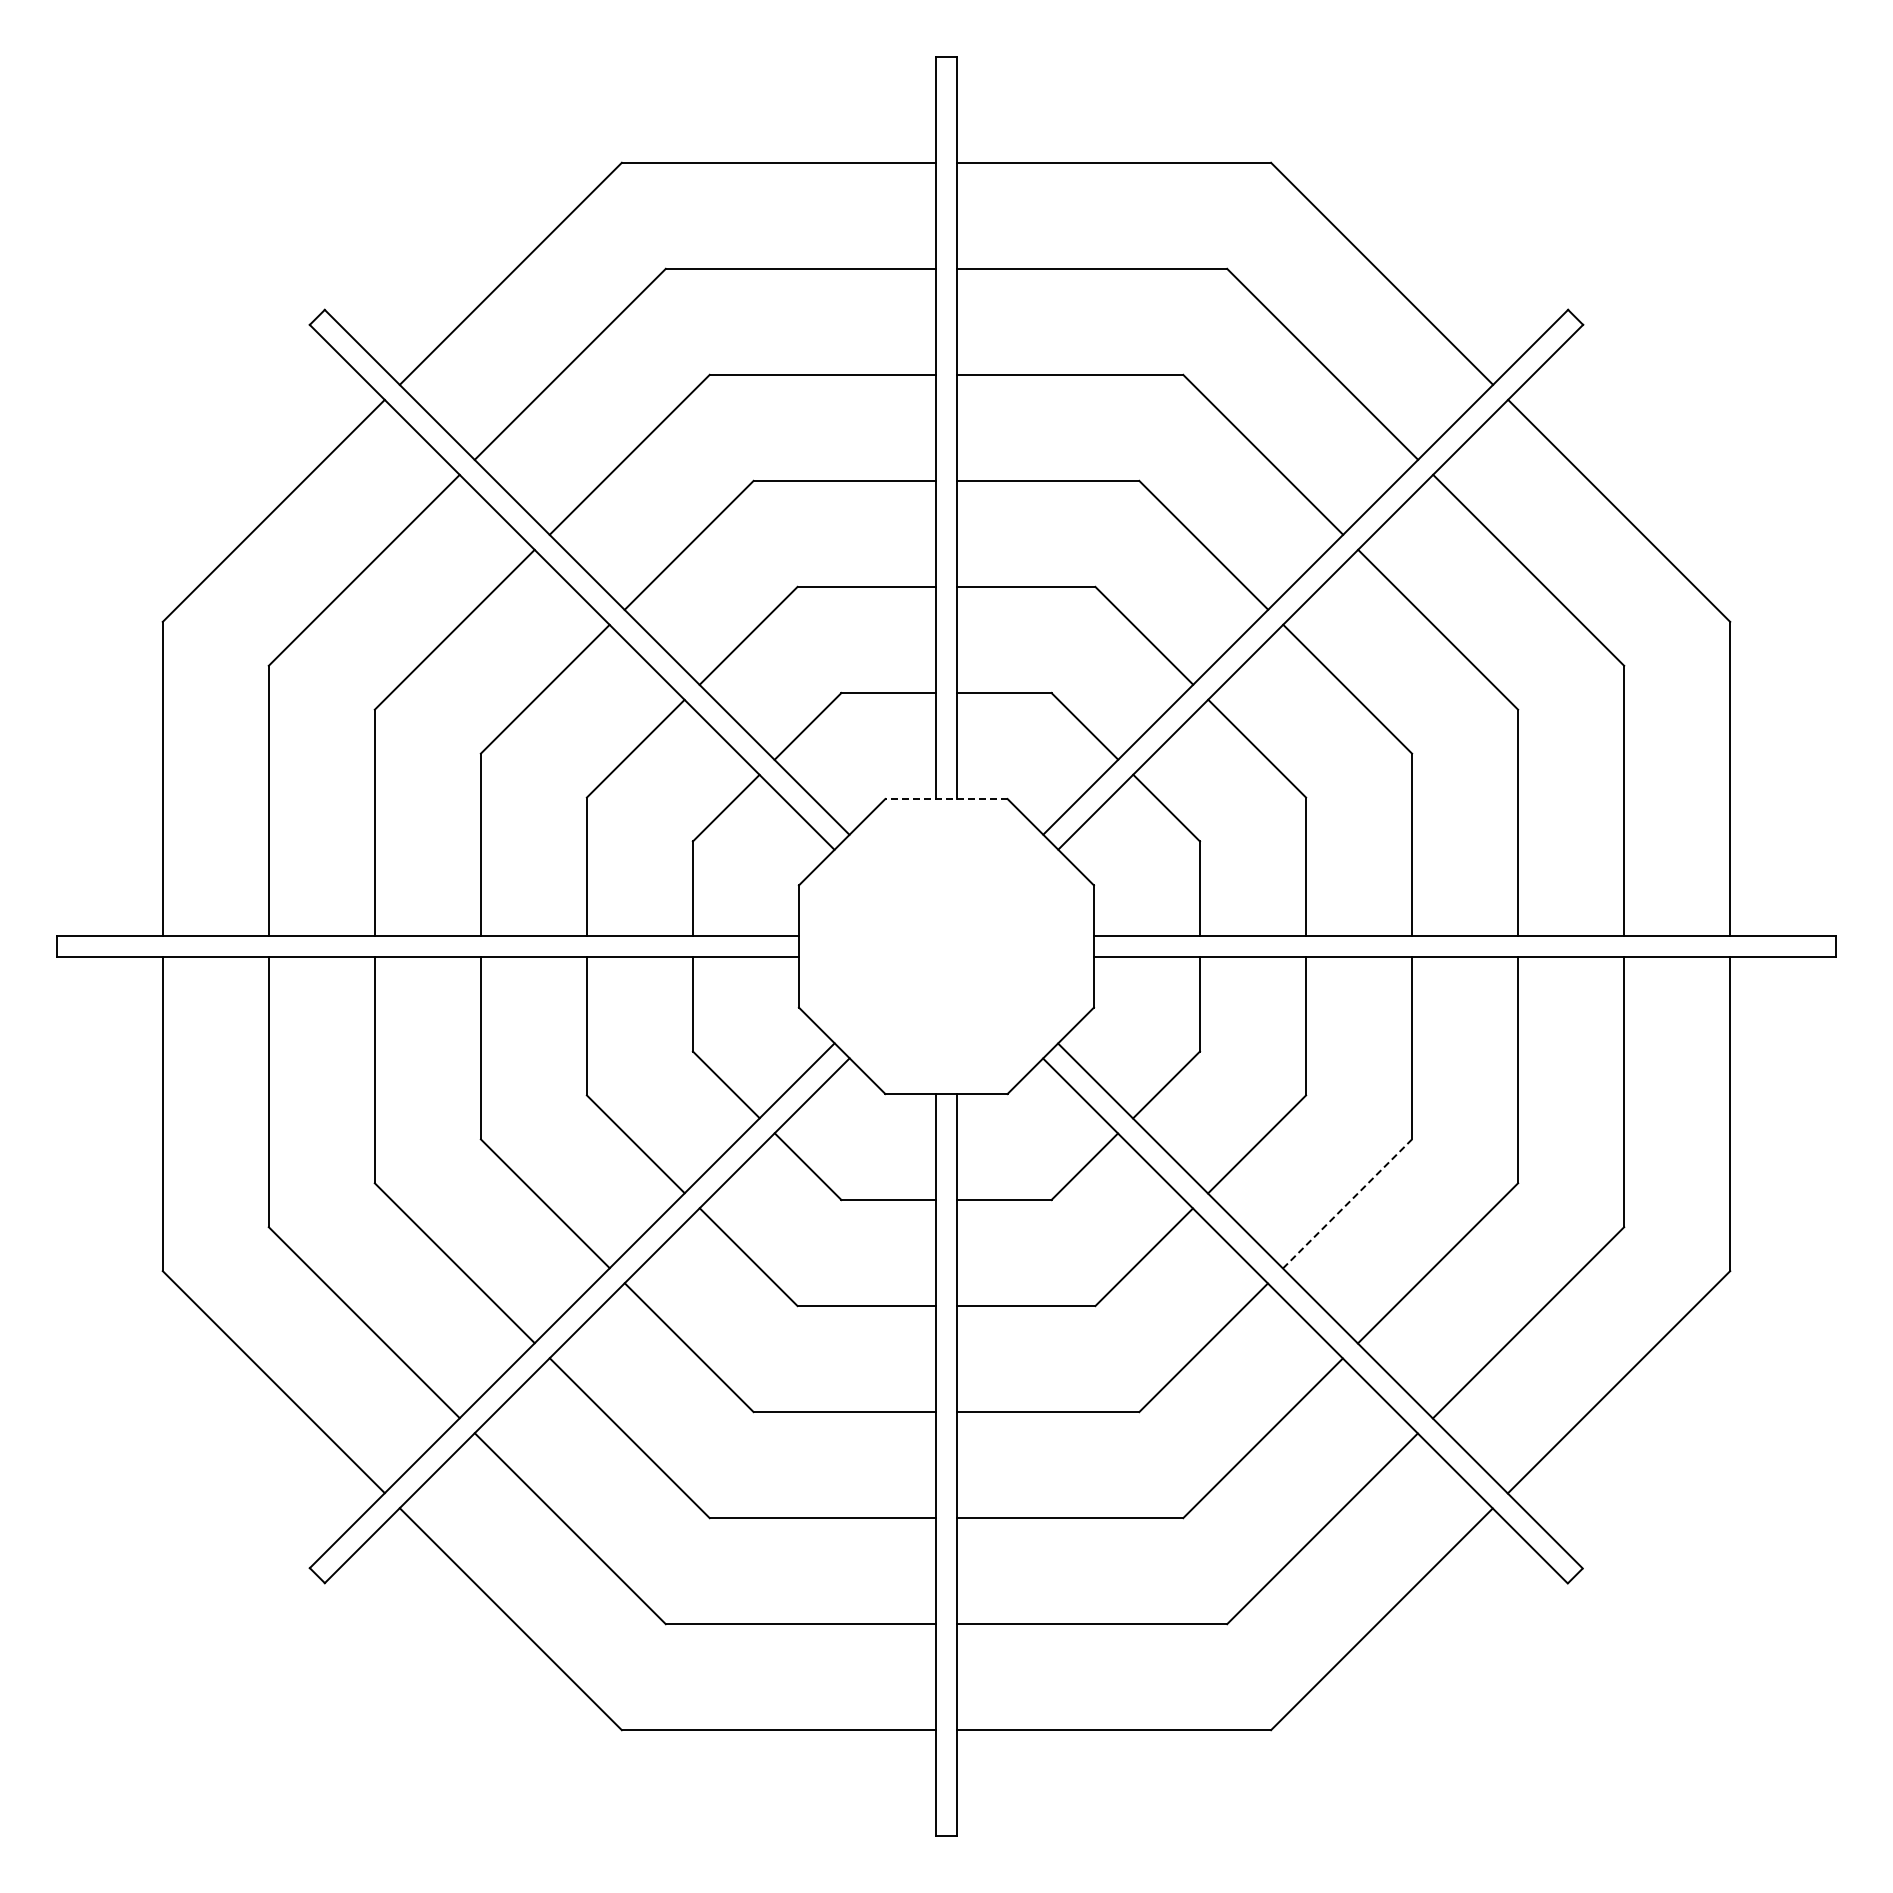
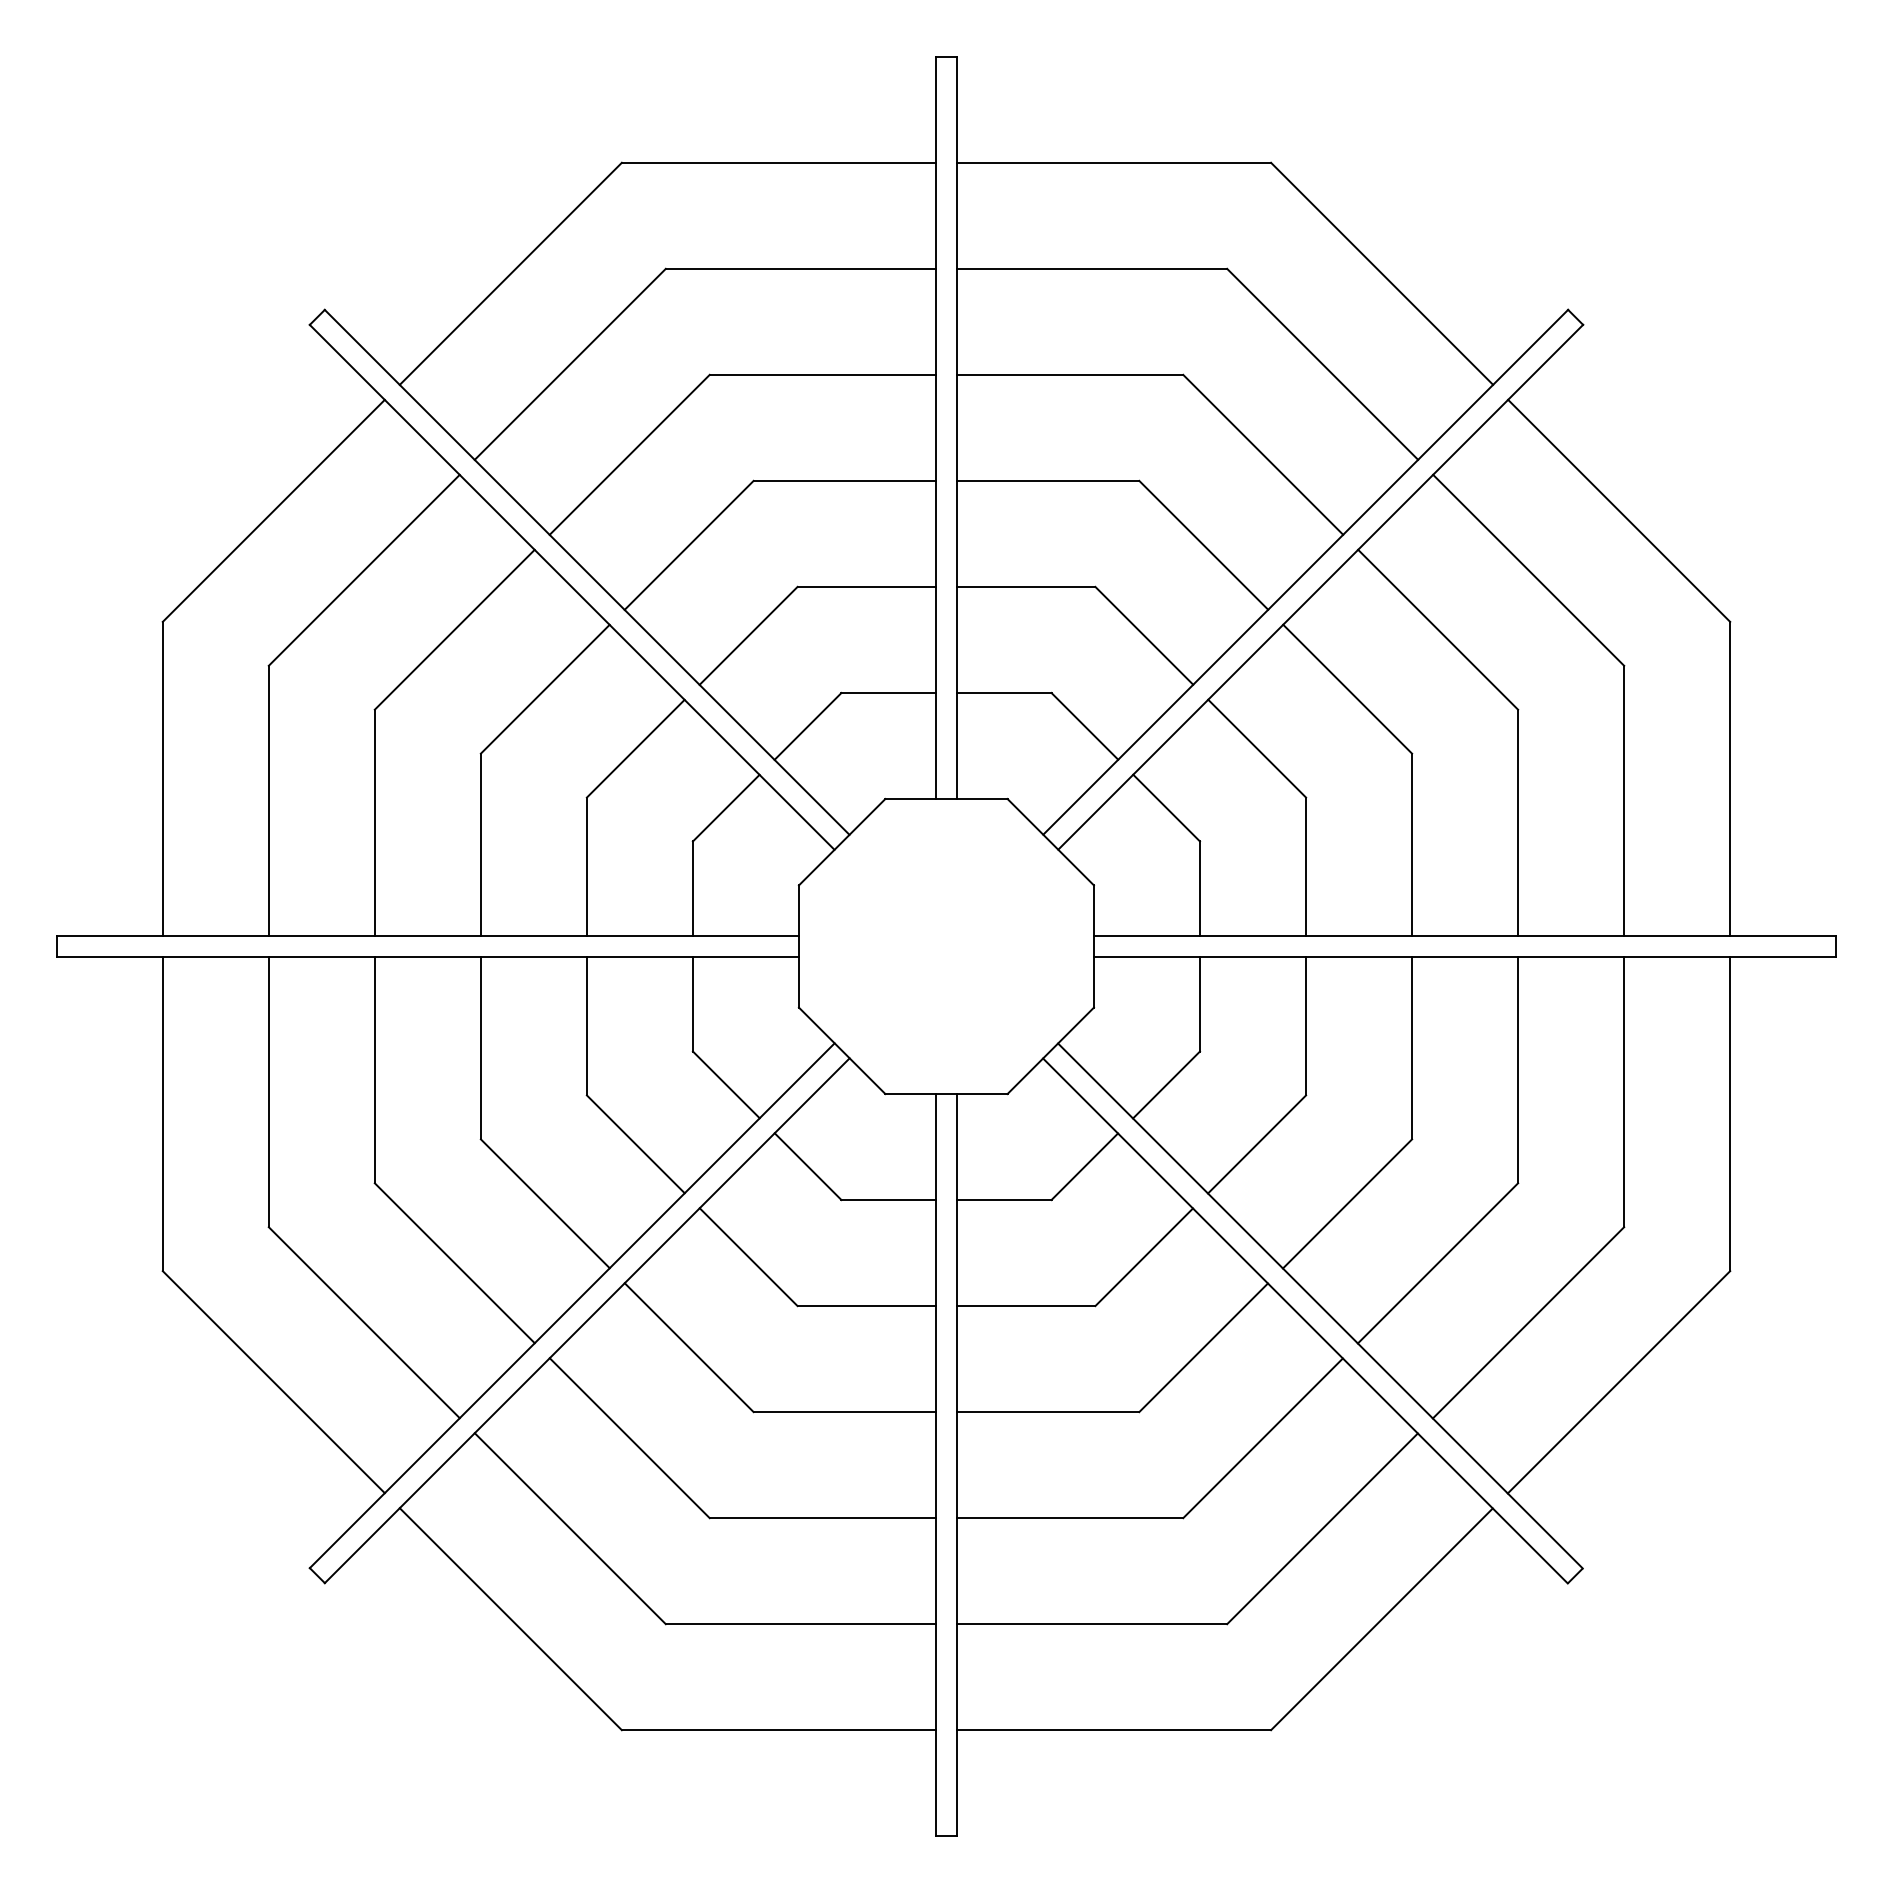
line at (945, 799): dashed -> solid
line at (1347, 1203): dashed -> solid
